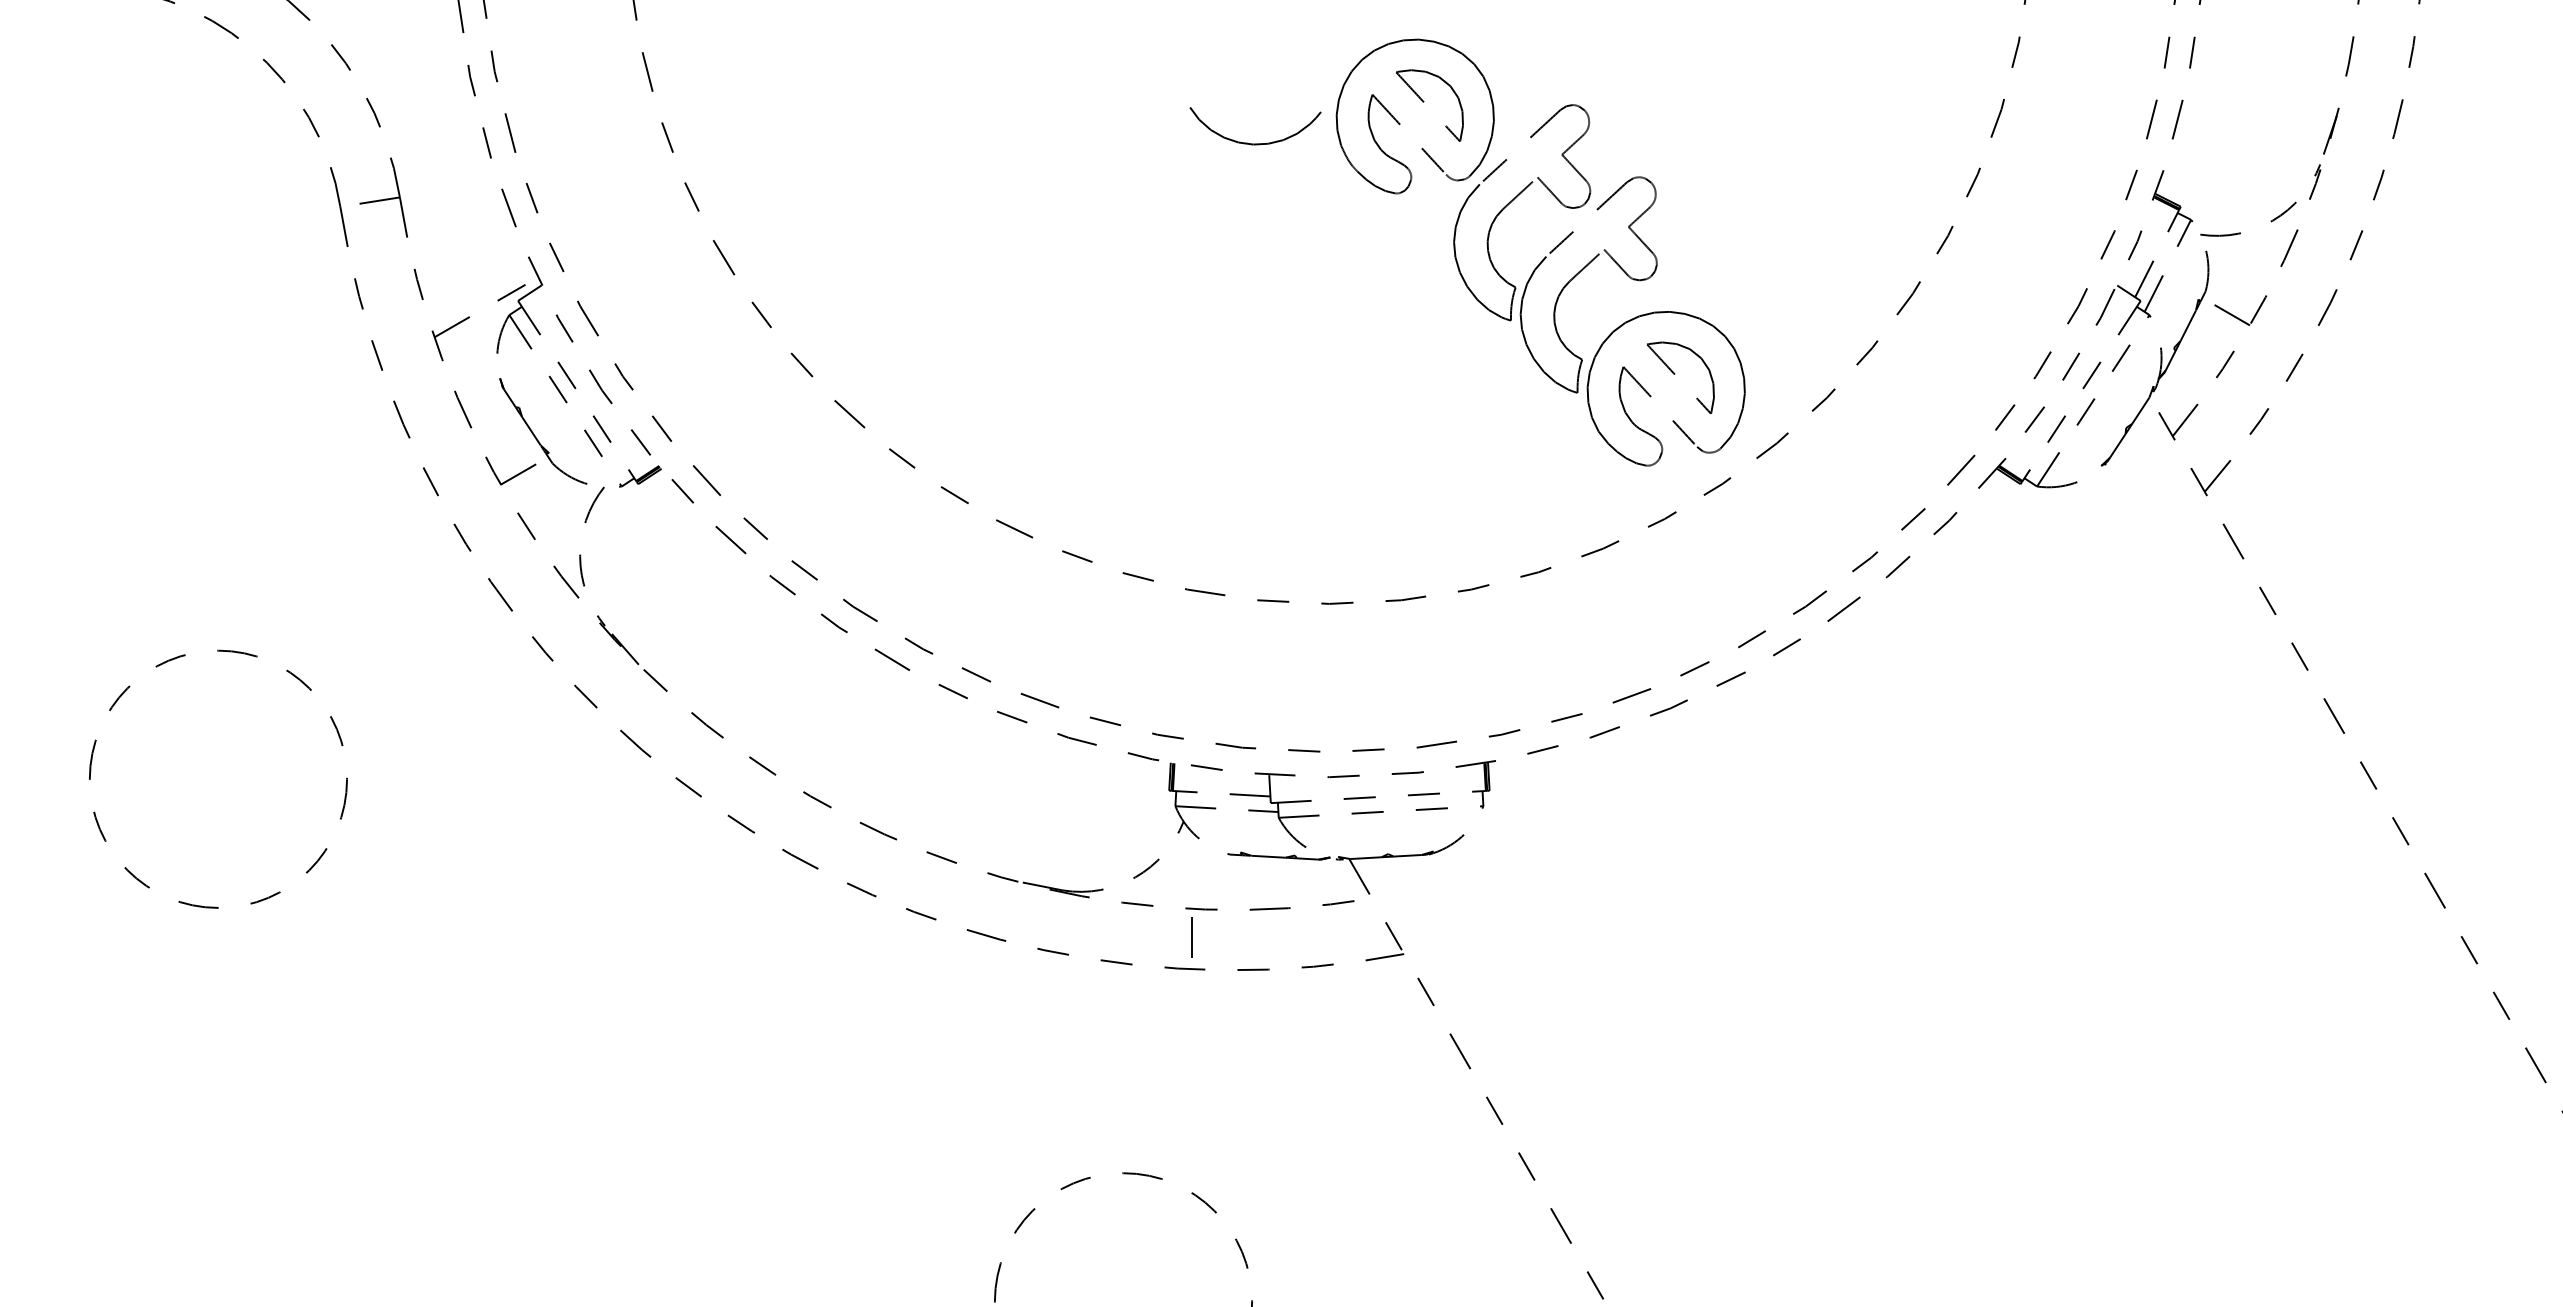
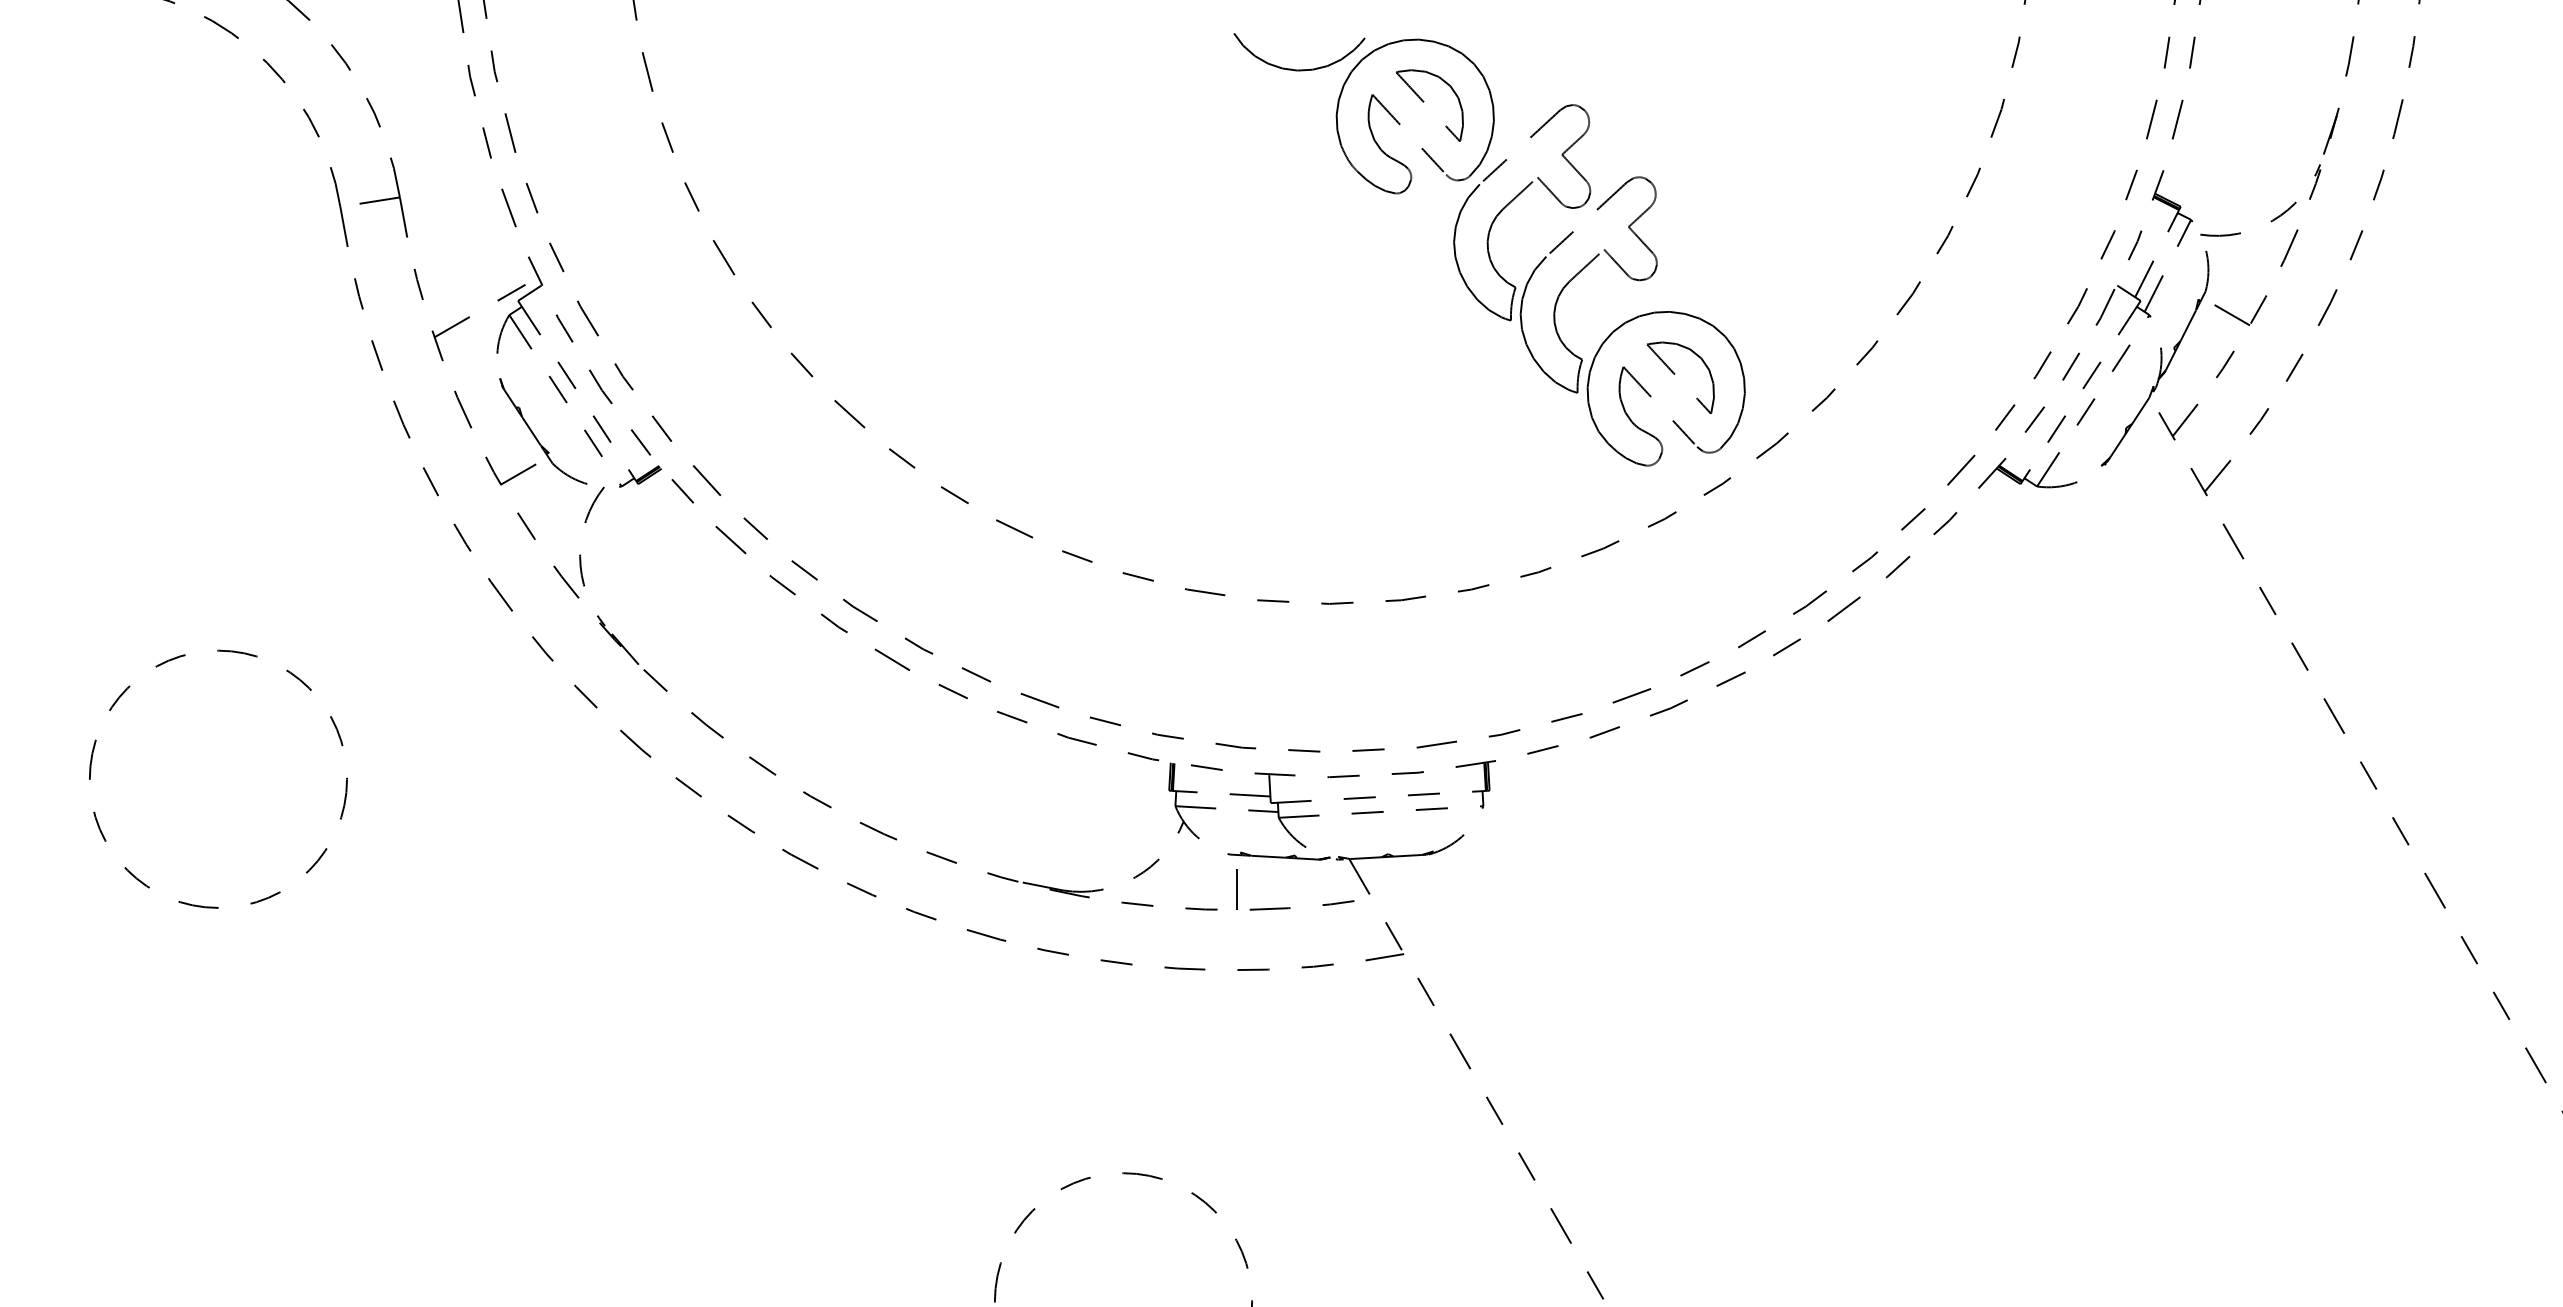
part at (1255, 143) position: (1255, 143) -> (1299, 69)
line at (1191, 937) position: (1191, 937) -> (1236, 889)
